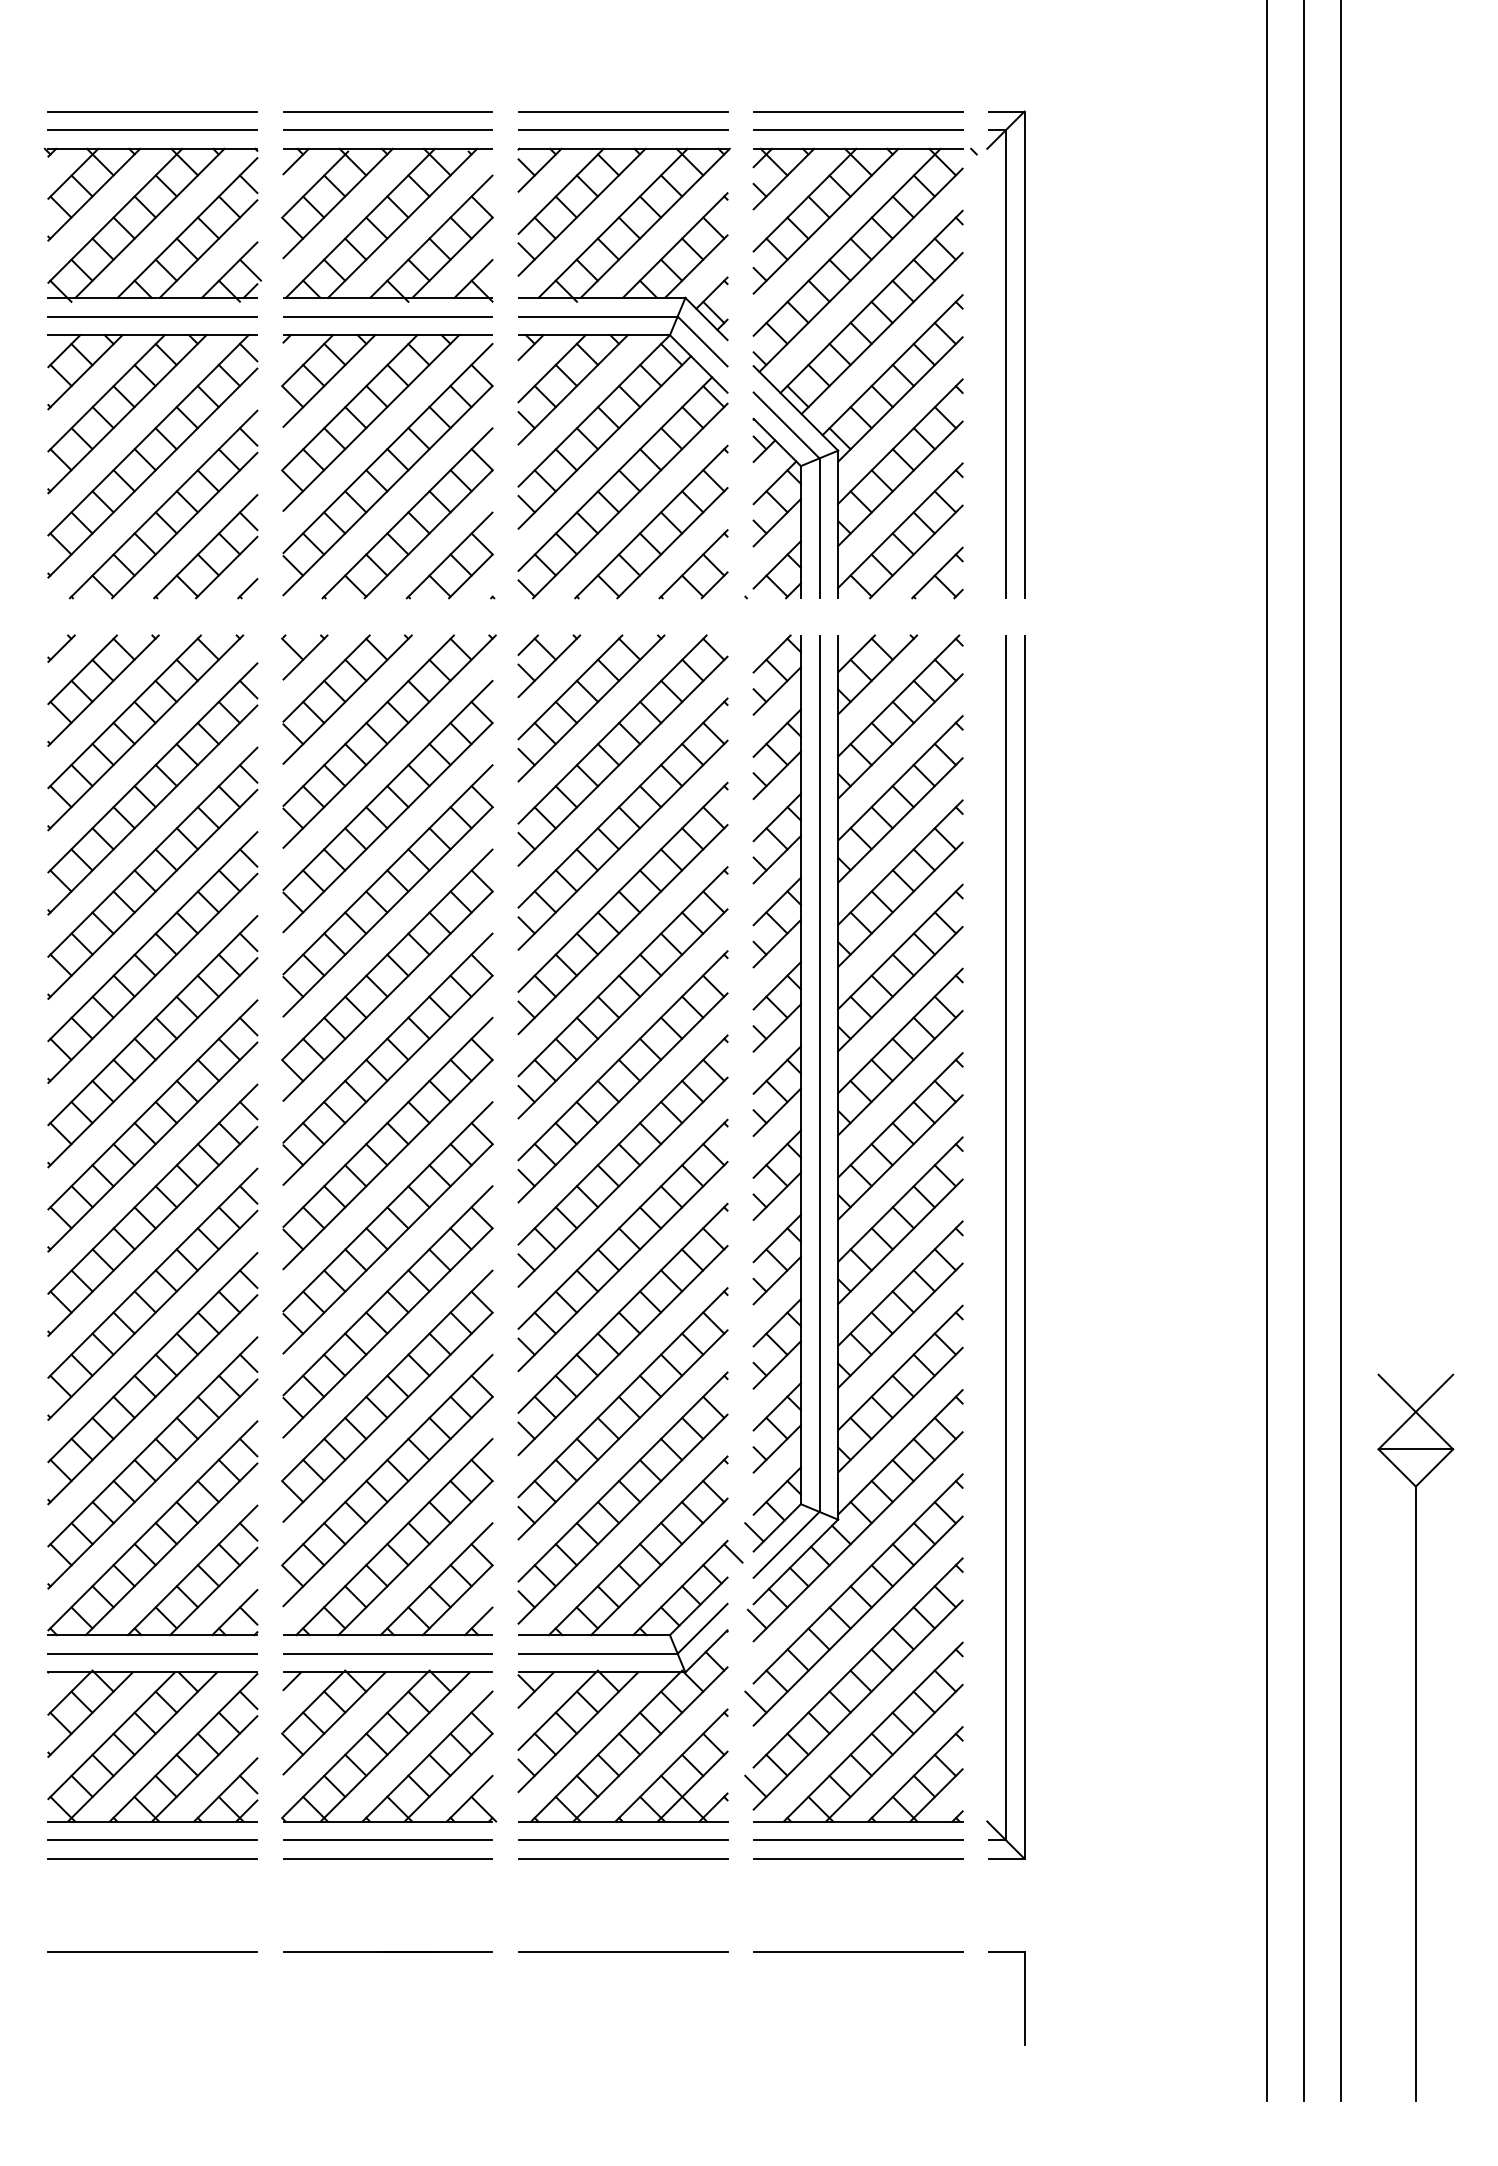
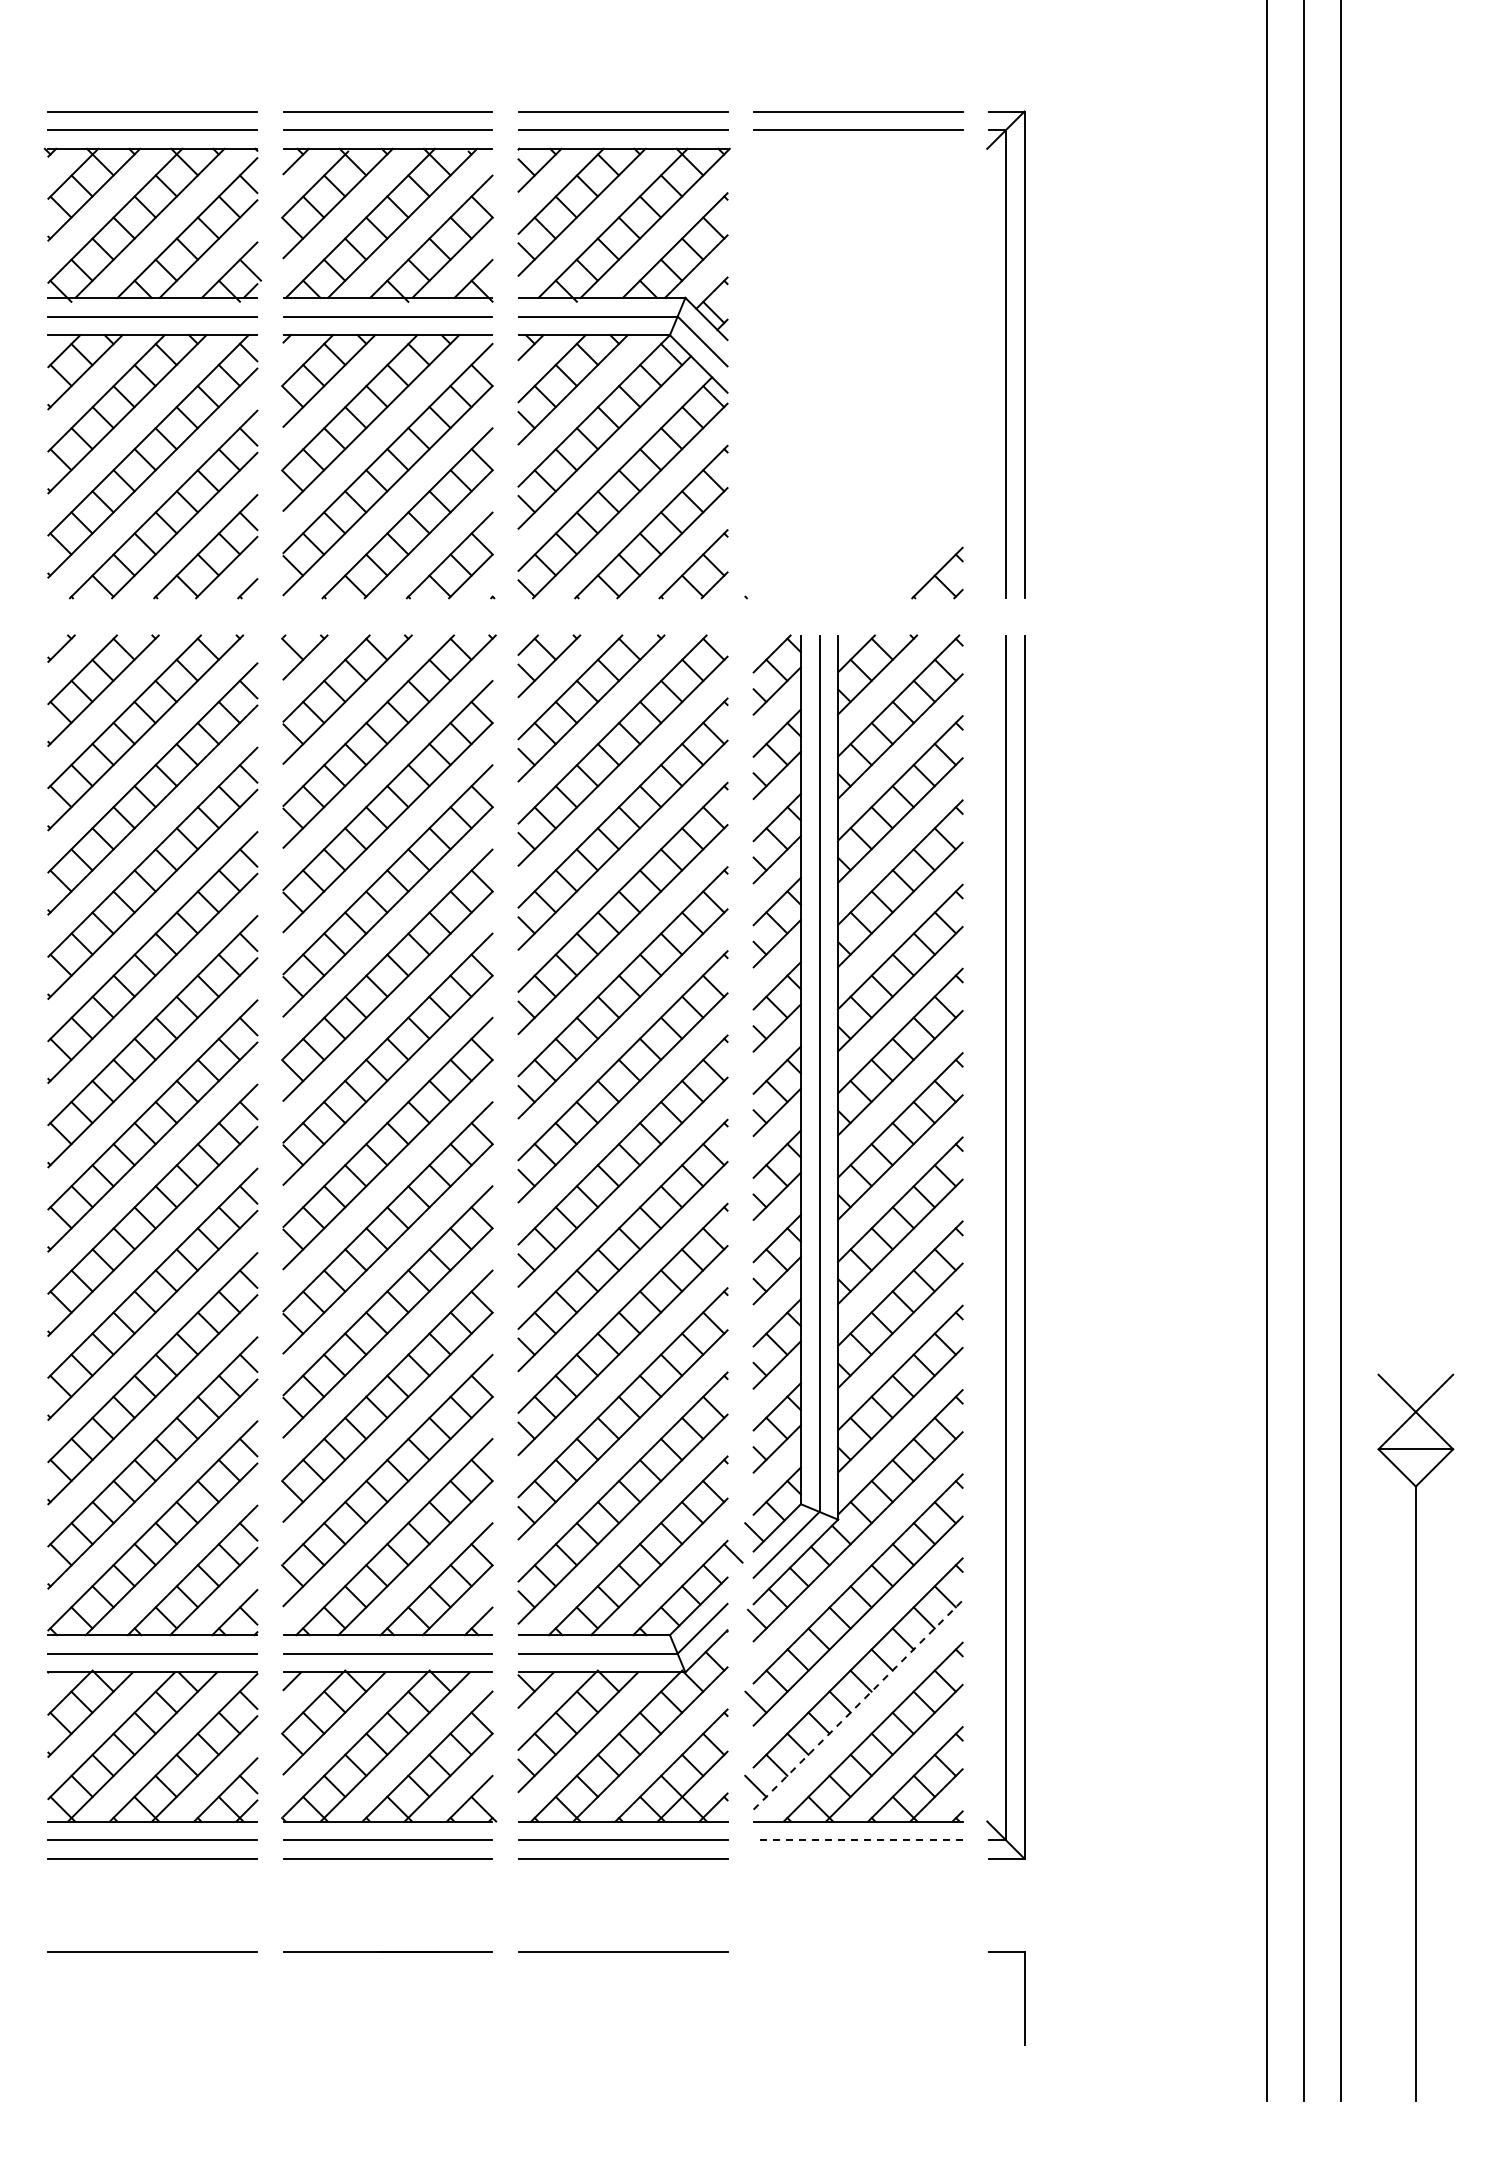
part at (873, 382): present -> none
line at (858, 1705): solid -> dashed
line at (857, 1840): solid -> dashed
line at (857, 1858): present -> none
line at (857, 1951): present -> none
